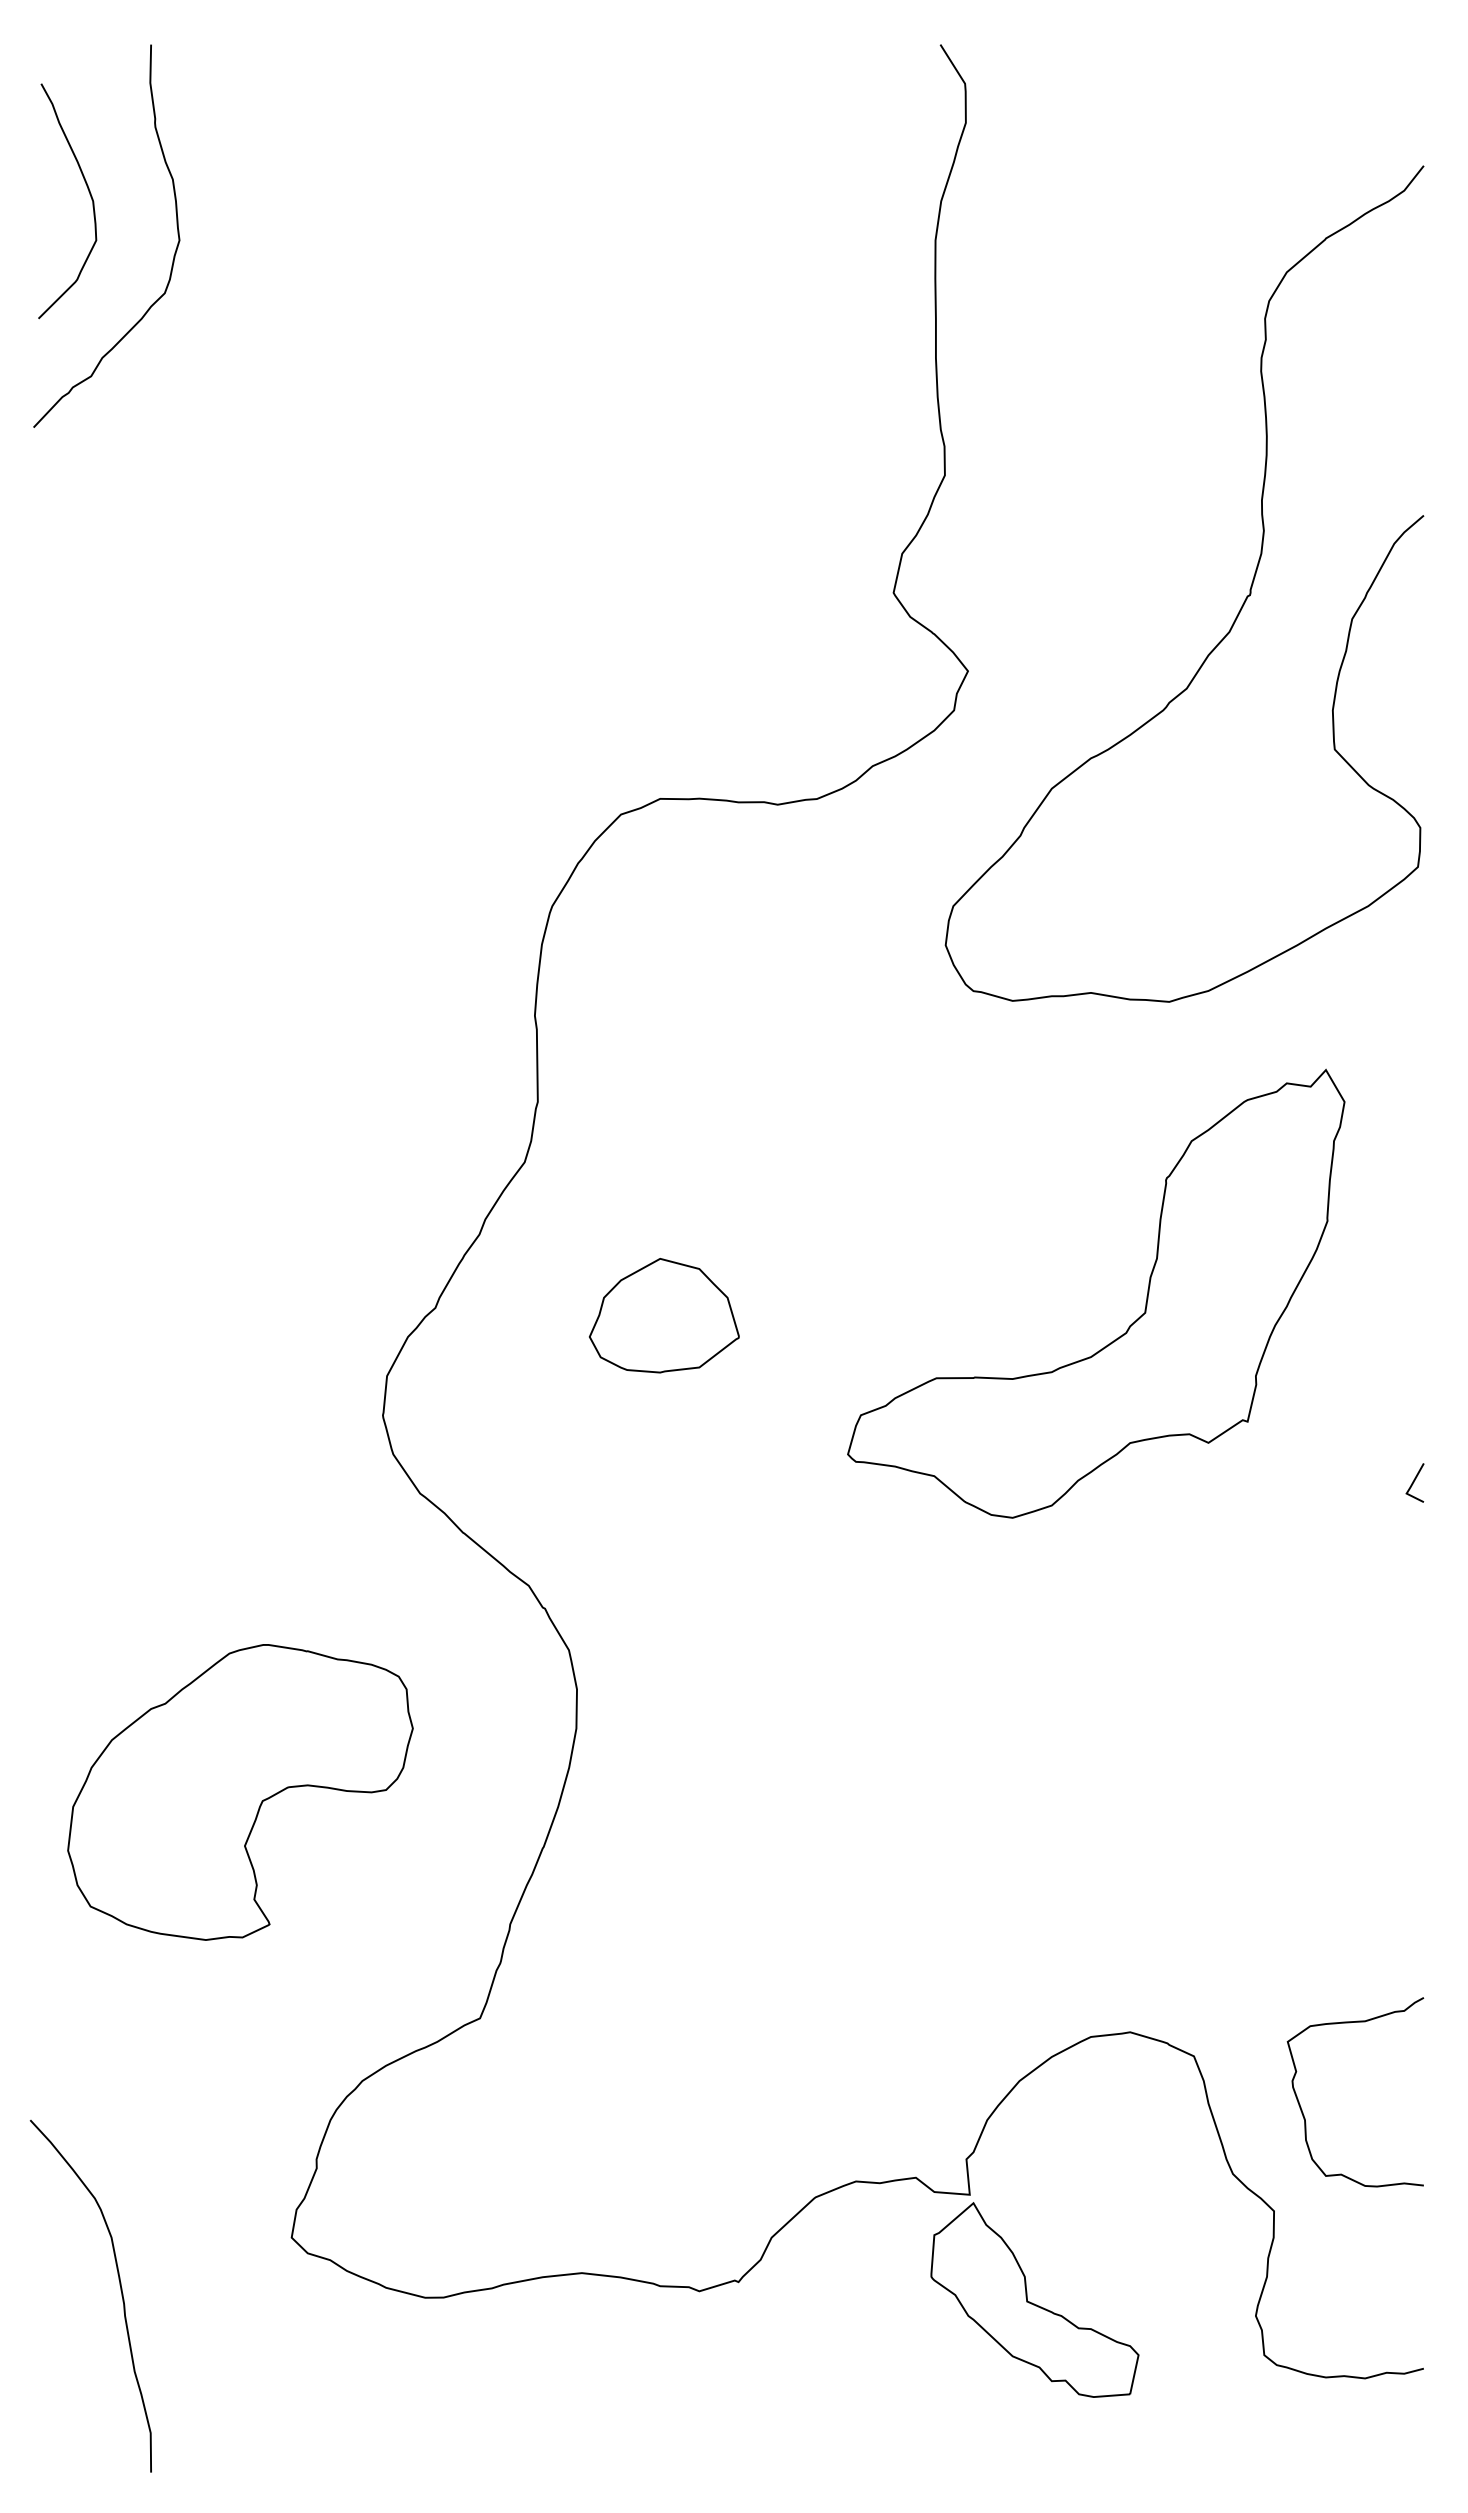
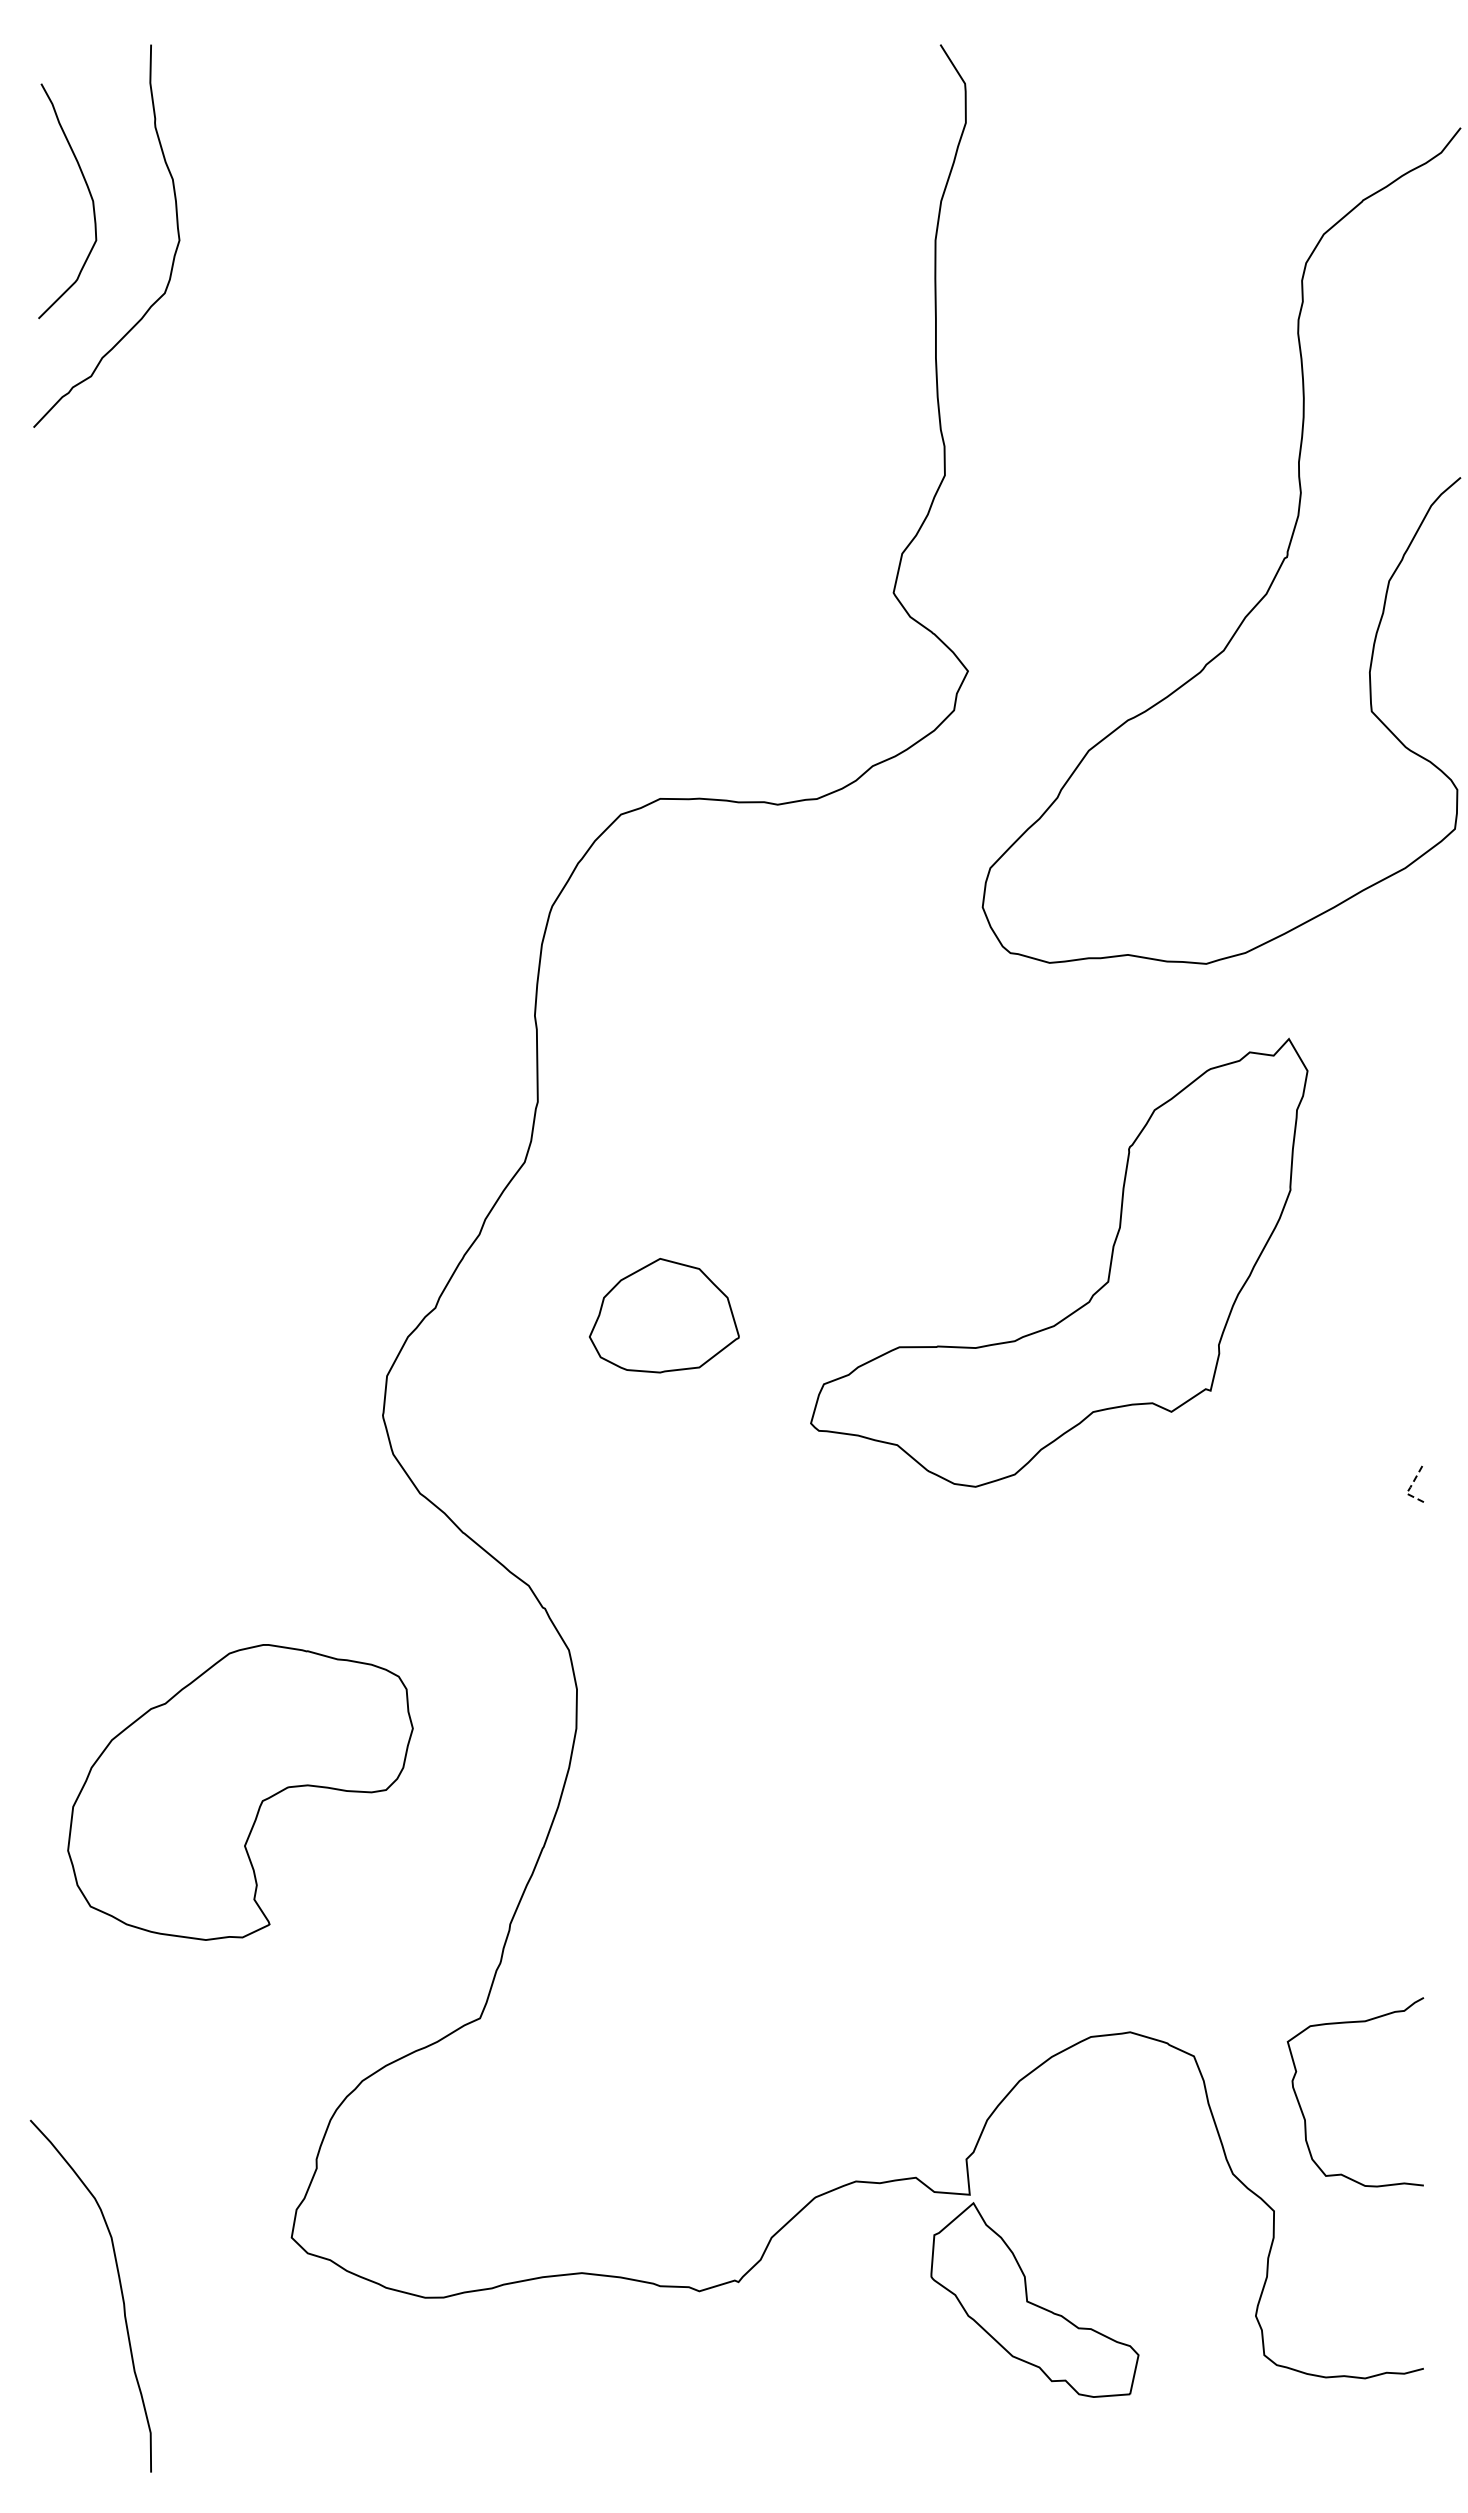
curve at (1238, 611) position: (1238, 611) -> (1275, 573)
part at (1129, 1325) position: (1129, 1325) -> (1092, 1294)
line at (1410, 1487): solid -> dashed
